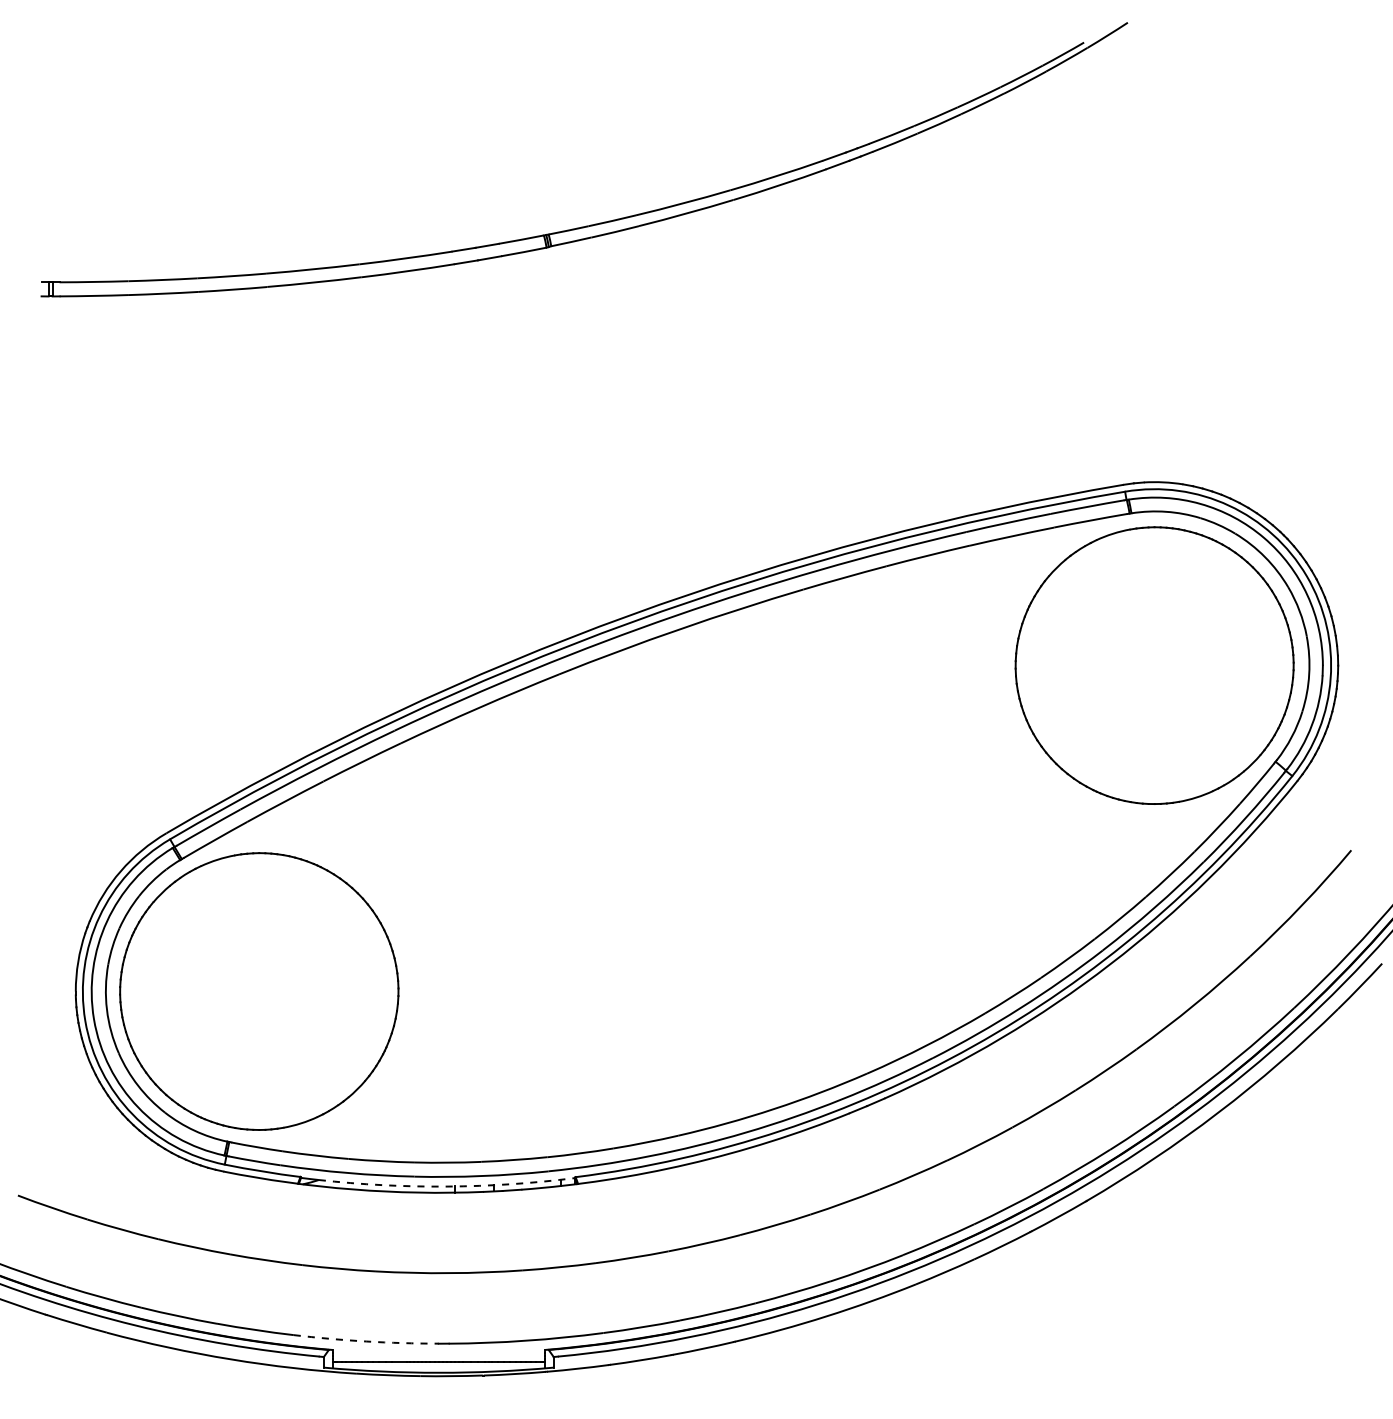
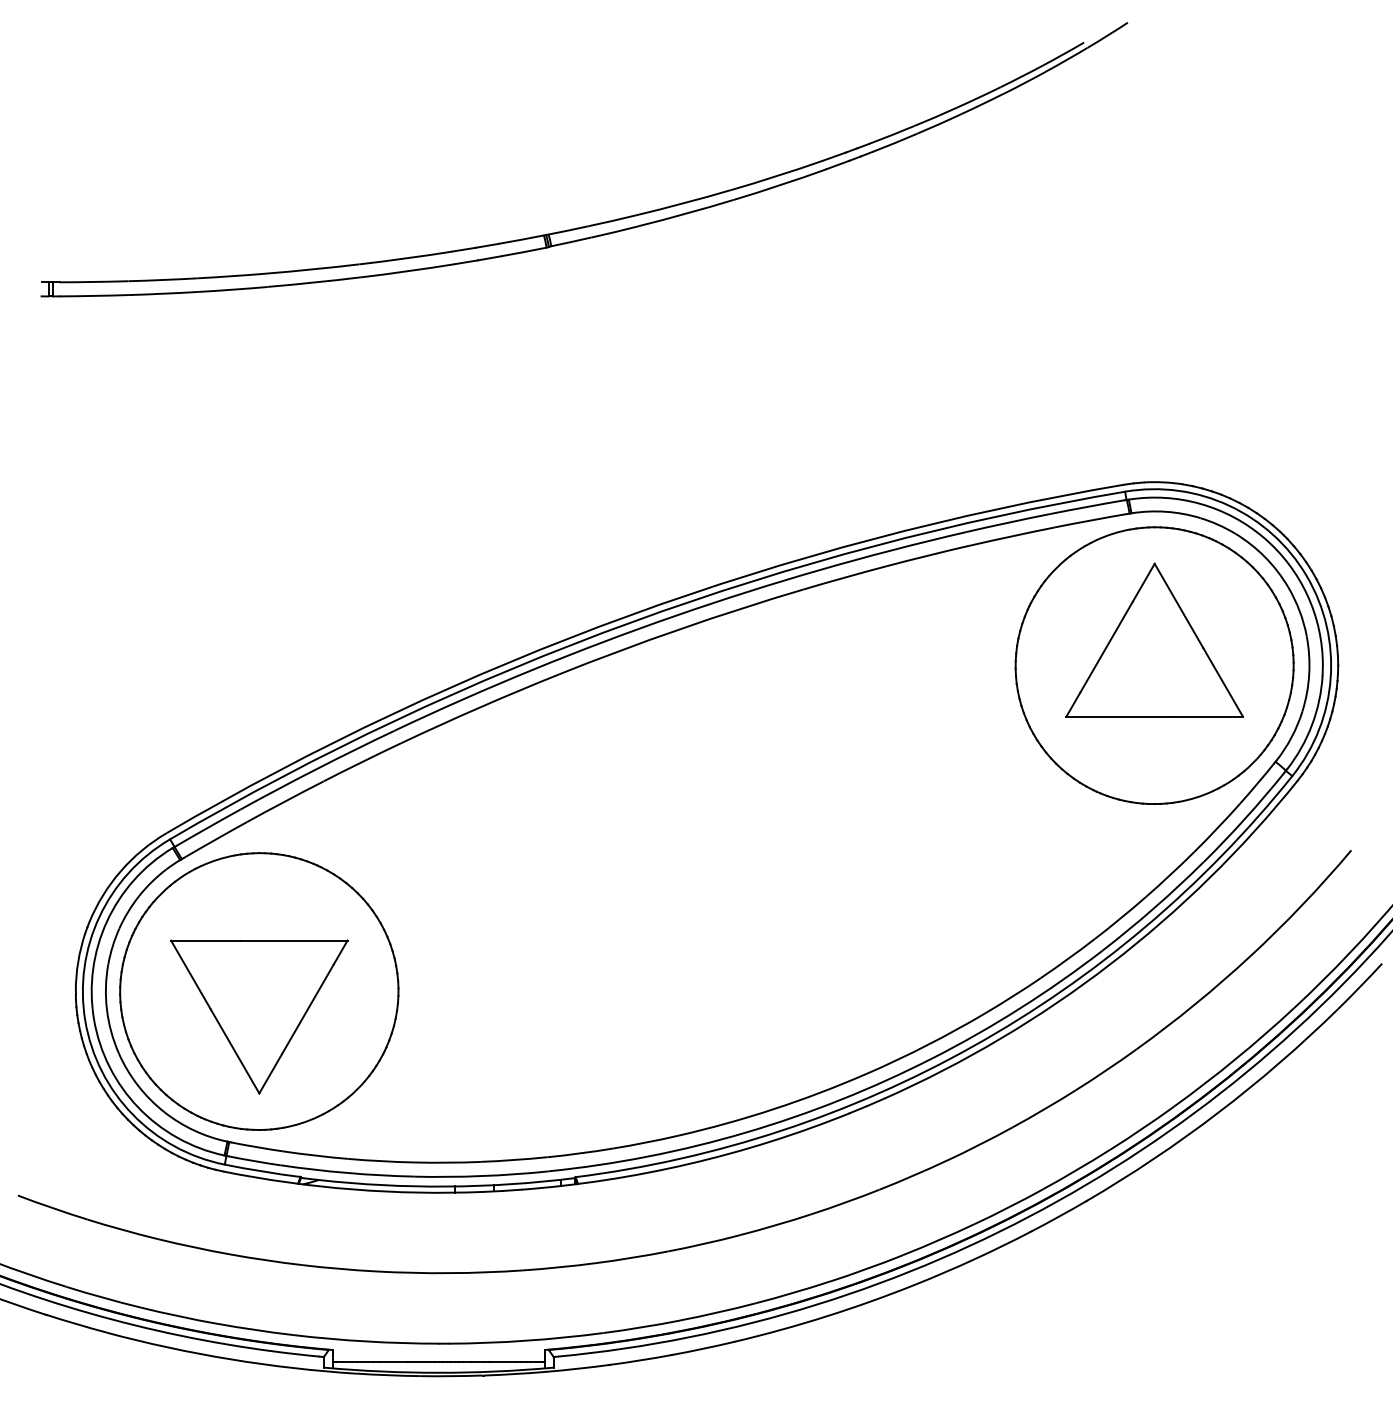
part at (1154, 639): none -> present
part at (259, 1016): none -> present
arc at (447, 1186): dashed -> solid
arc at (366, 1341): dashed -> solid
